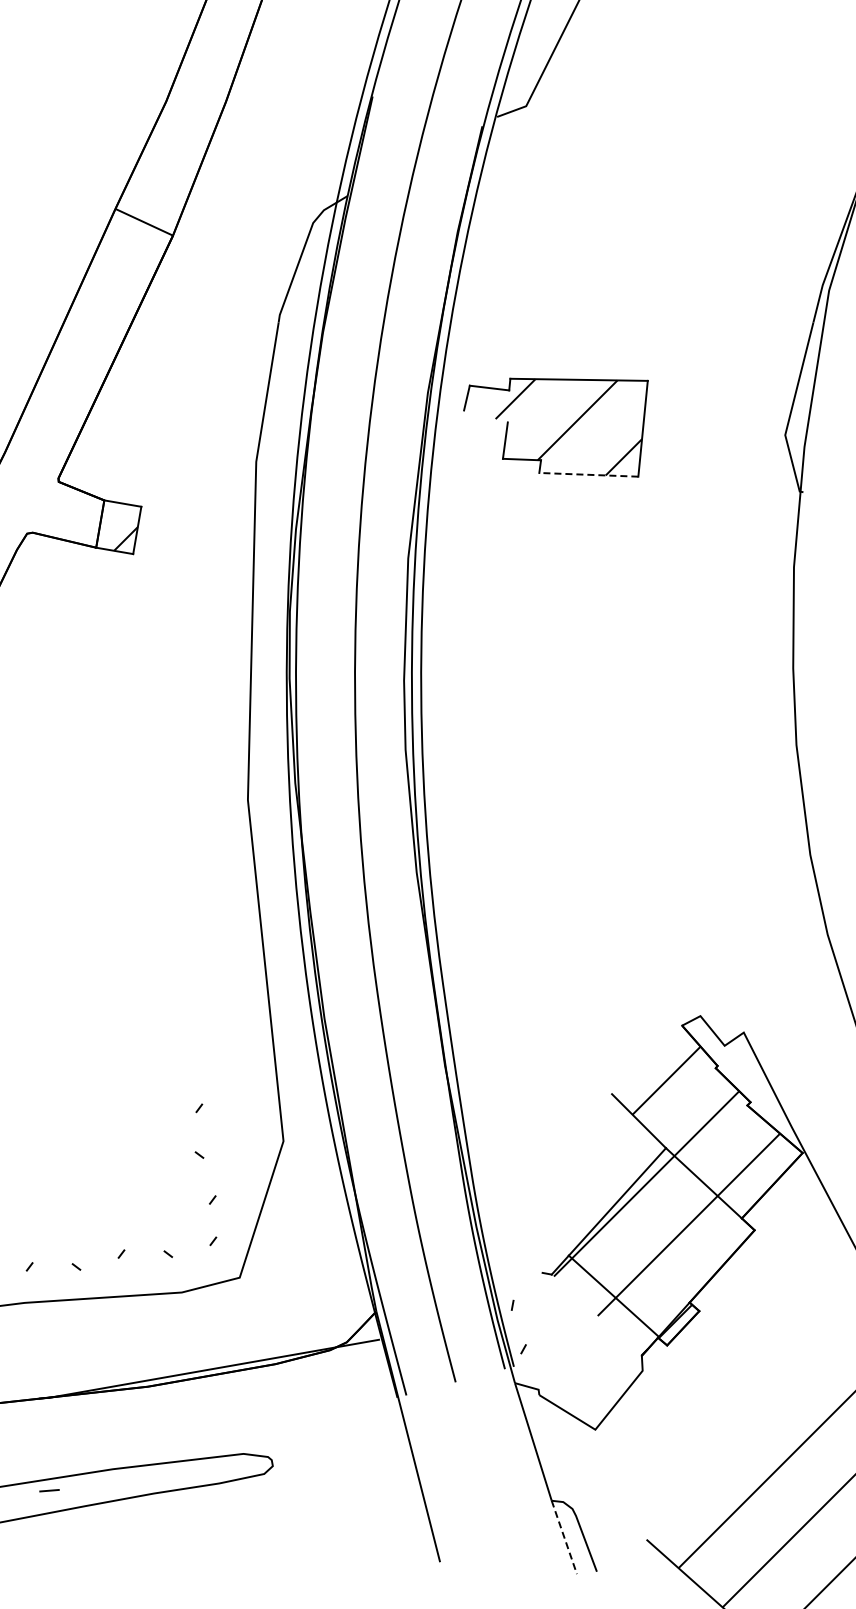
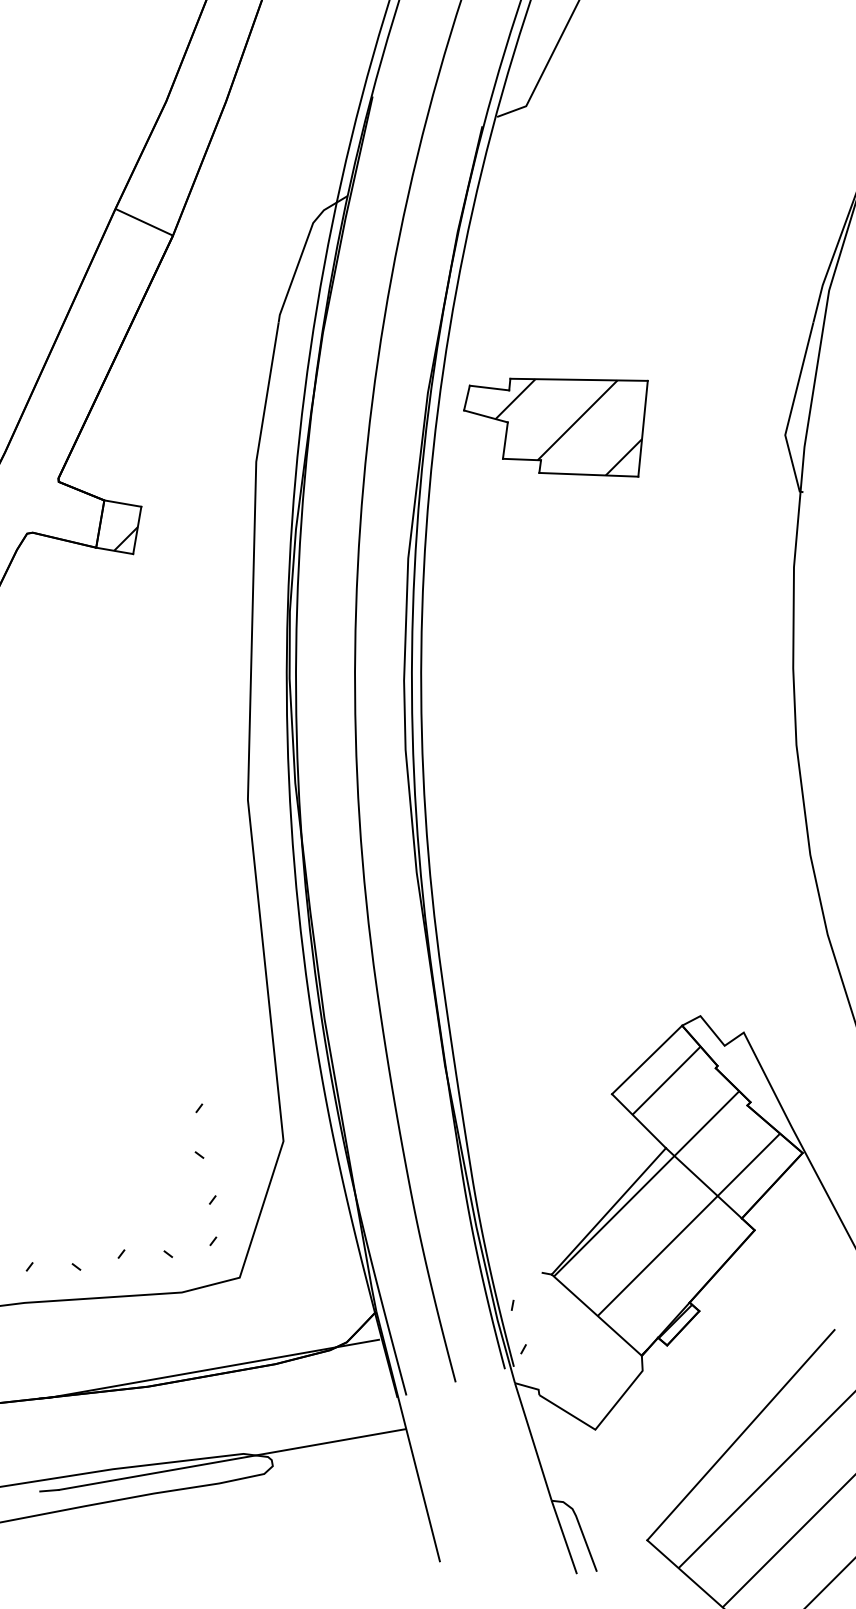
line at (485, 416): none -> present
line at (588, 474): dashed -> solid
line at (647, 1059): none -> present
line at (613, 1295) position: (613, 1295) -> (596, 1314)
line at (740, 1435): none -> present
line at (231, 1459): none -> present
line at (564, 1537): dashed -> solid
